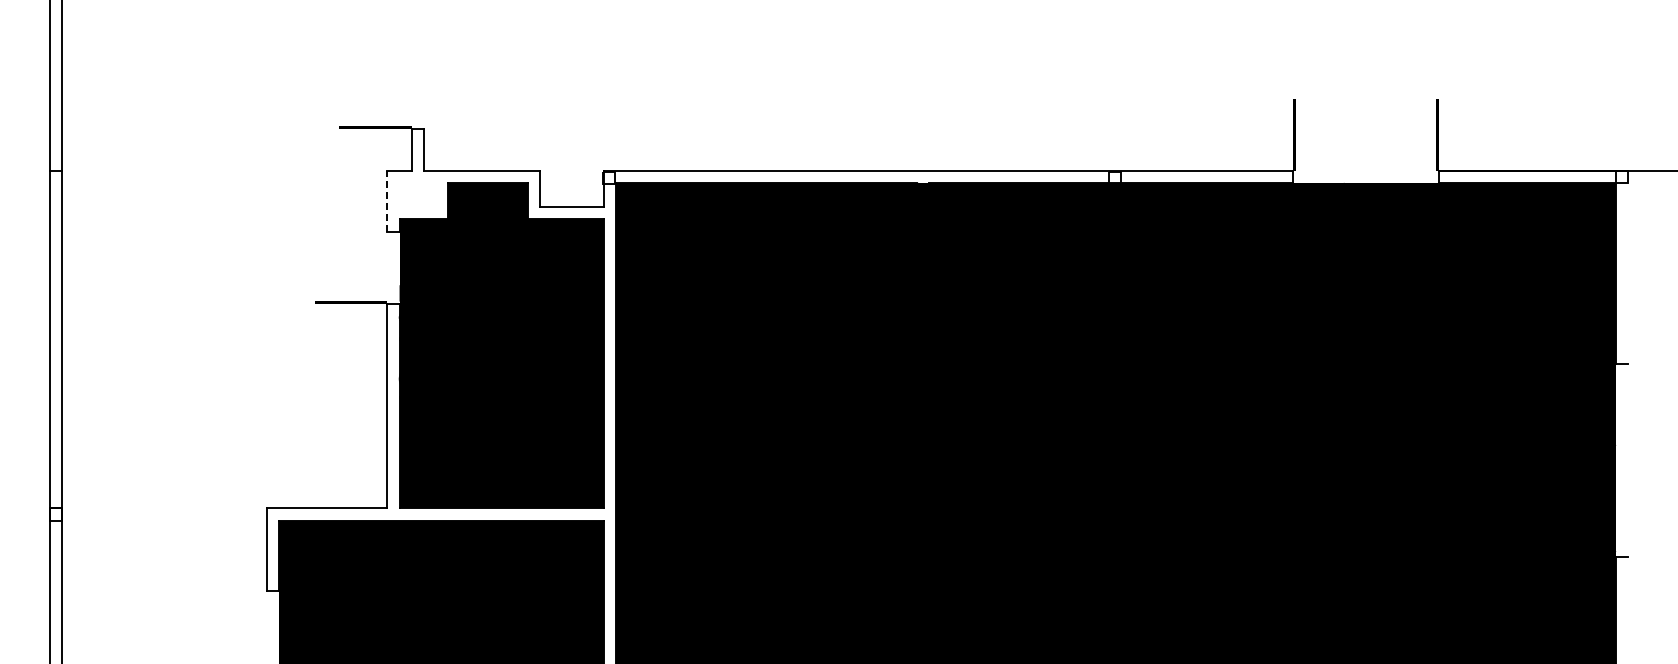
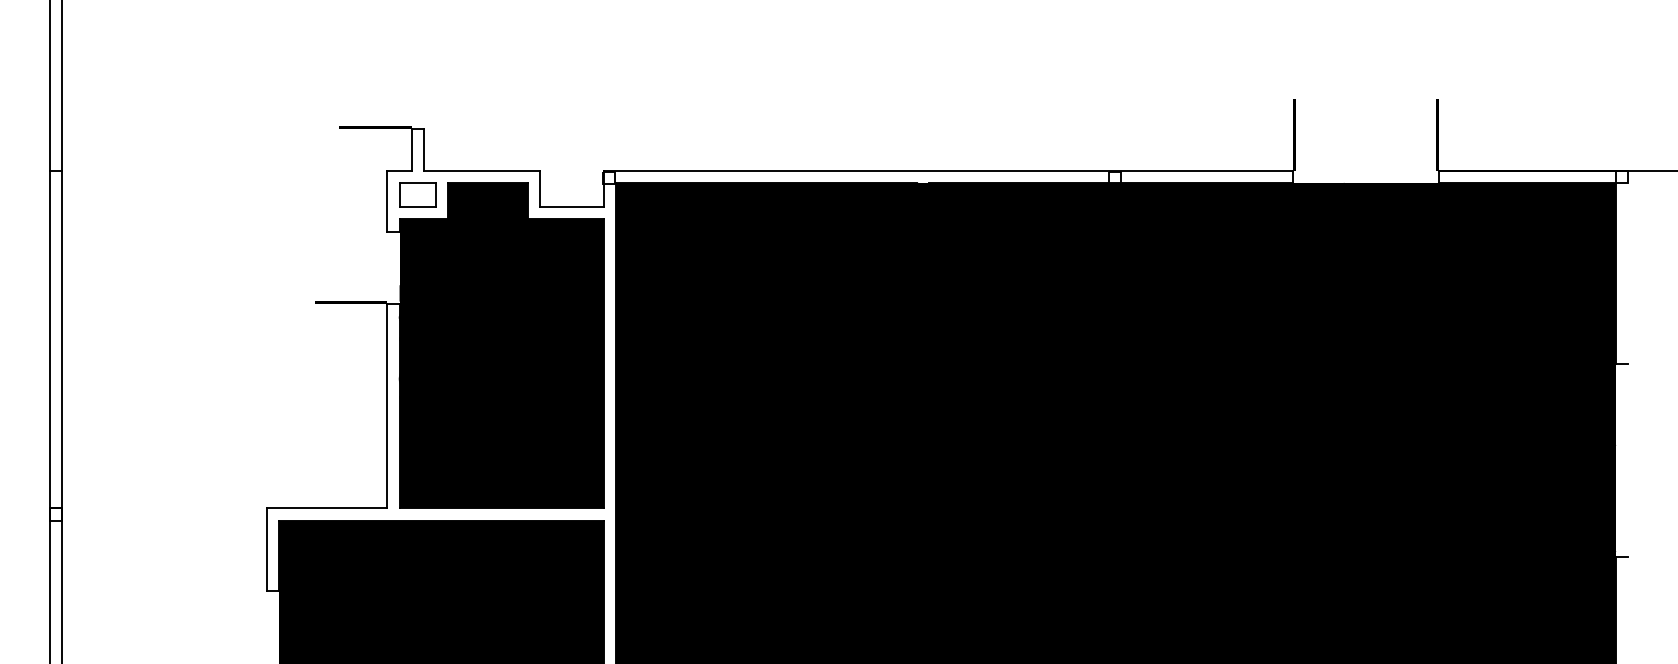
part at (417, 194): none -> present
line at (387, 200): dashed -> solid
